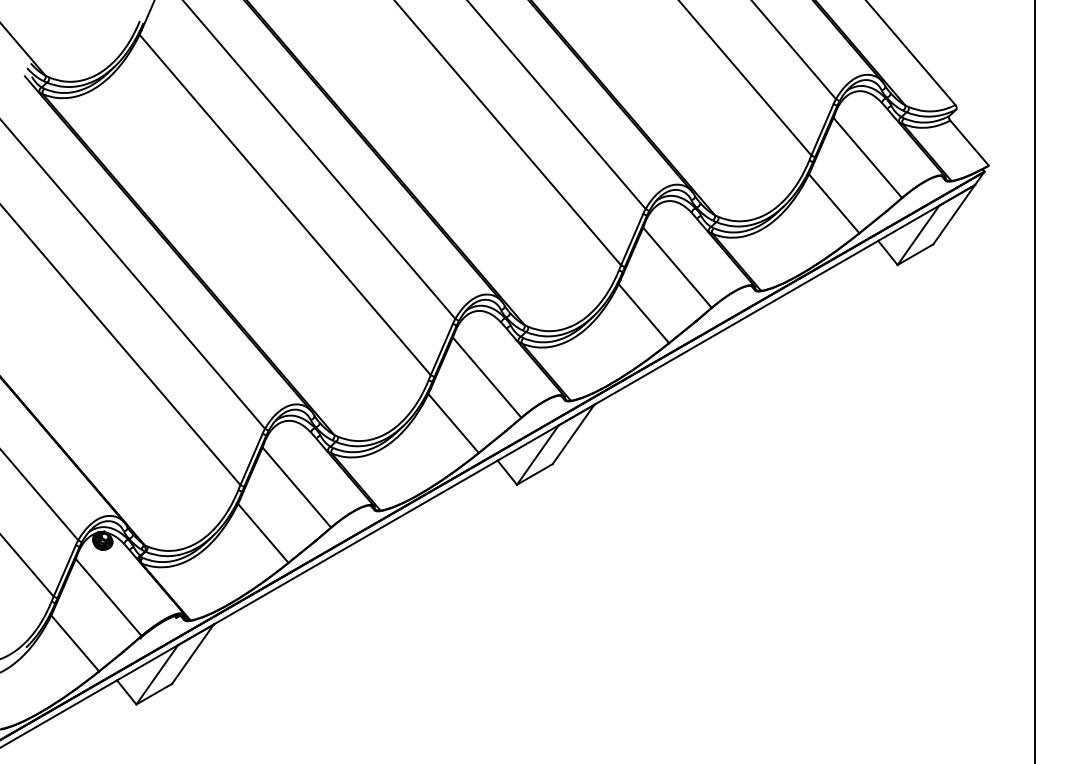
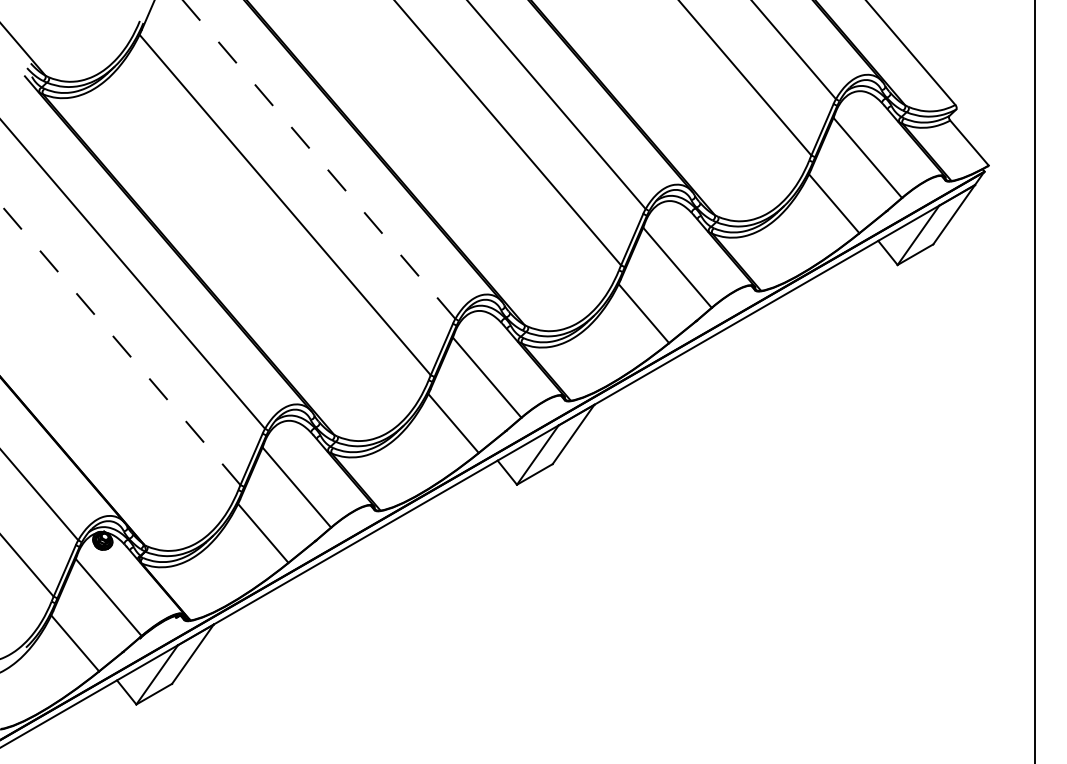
line at (319, 159): solid -> dashed
line at (120, 344): solid -> dashed
